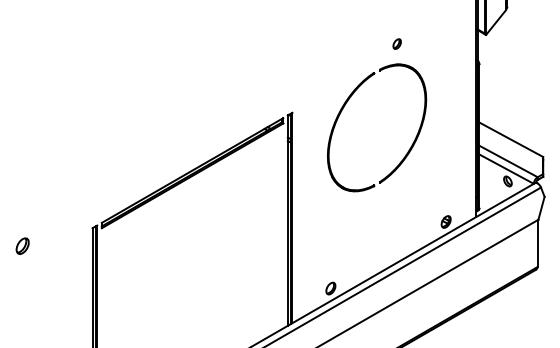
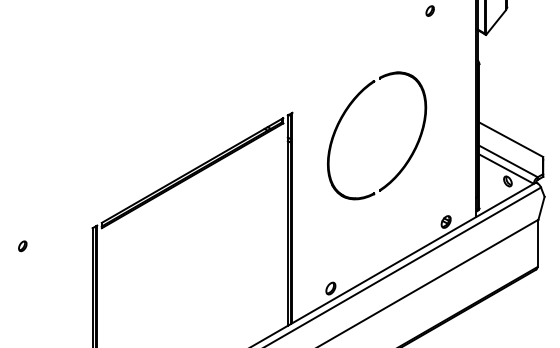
part at (396, 43) position: (396, 43) -> (429, 10)
part at (410, 146) position: (410, 146) -> (410, 154)
part at (22, 245) size: 15x18 px -> 10x13 px
